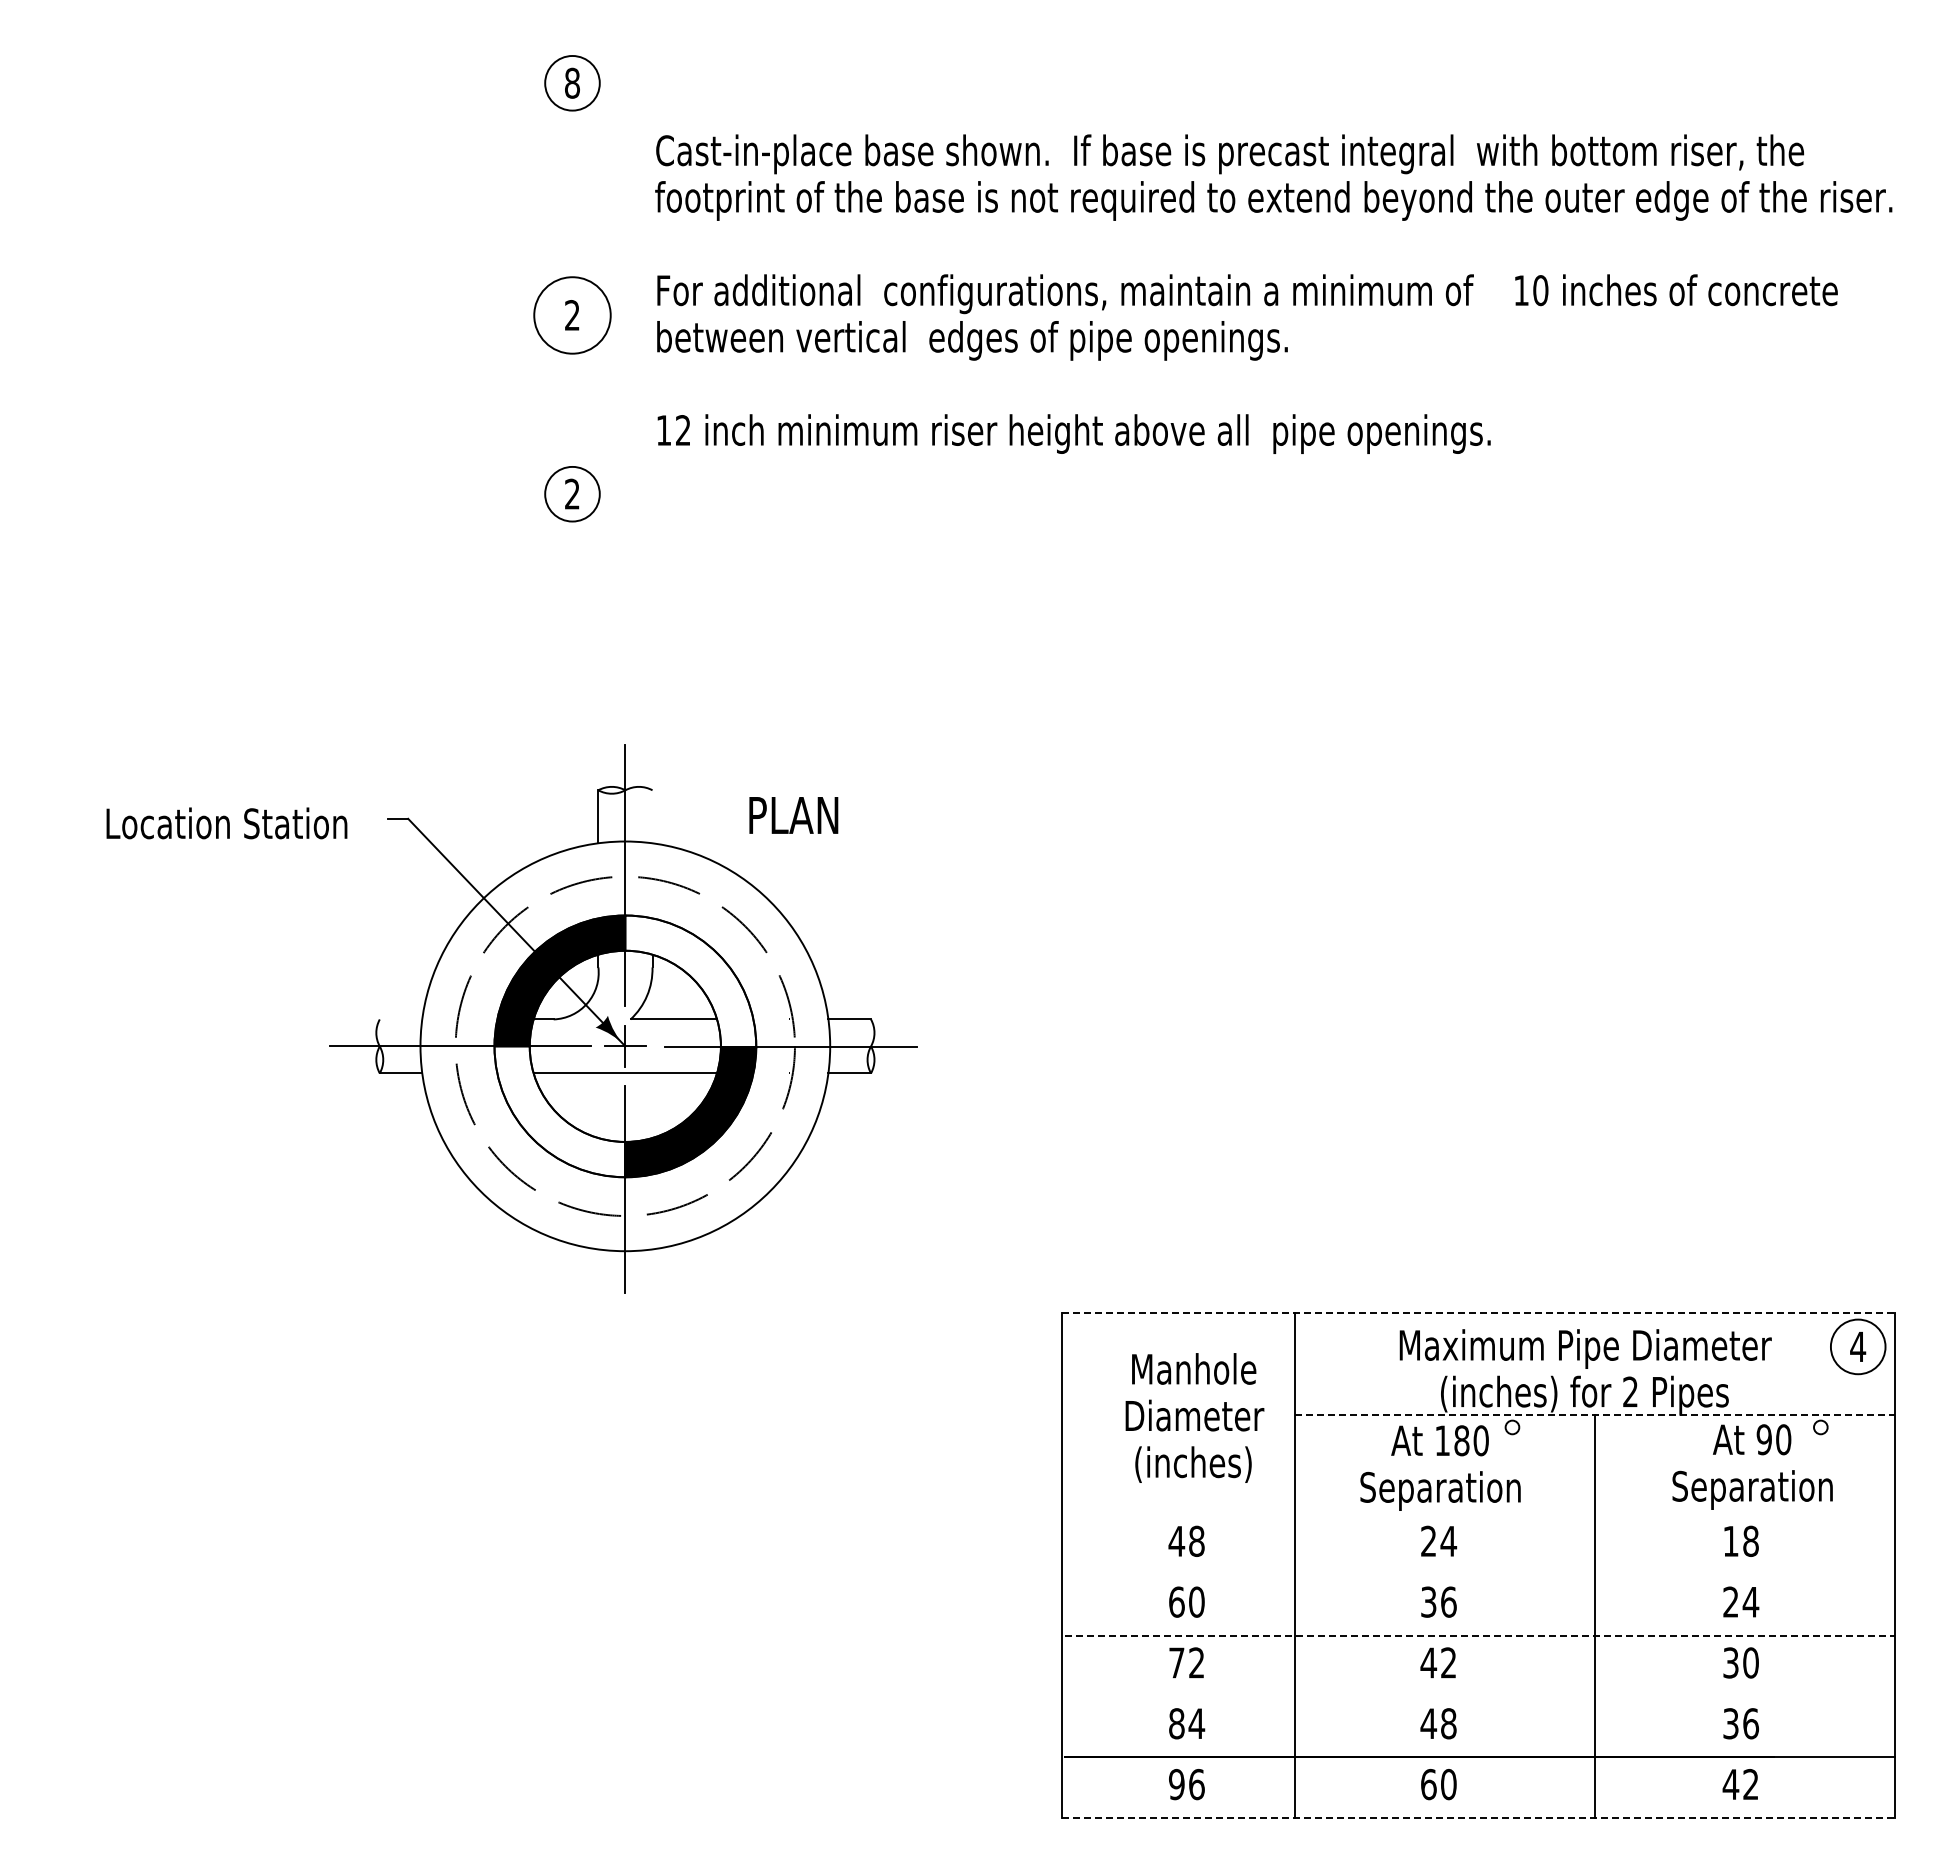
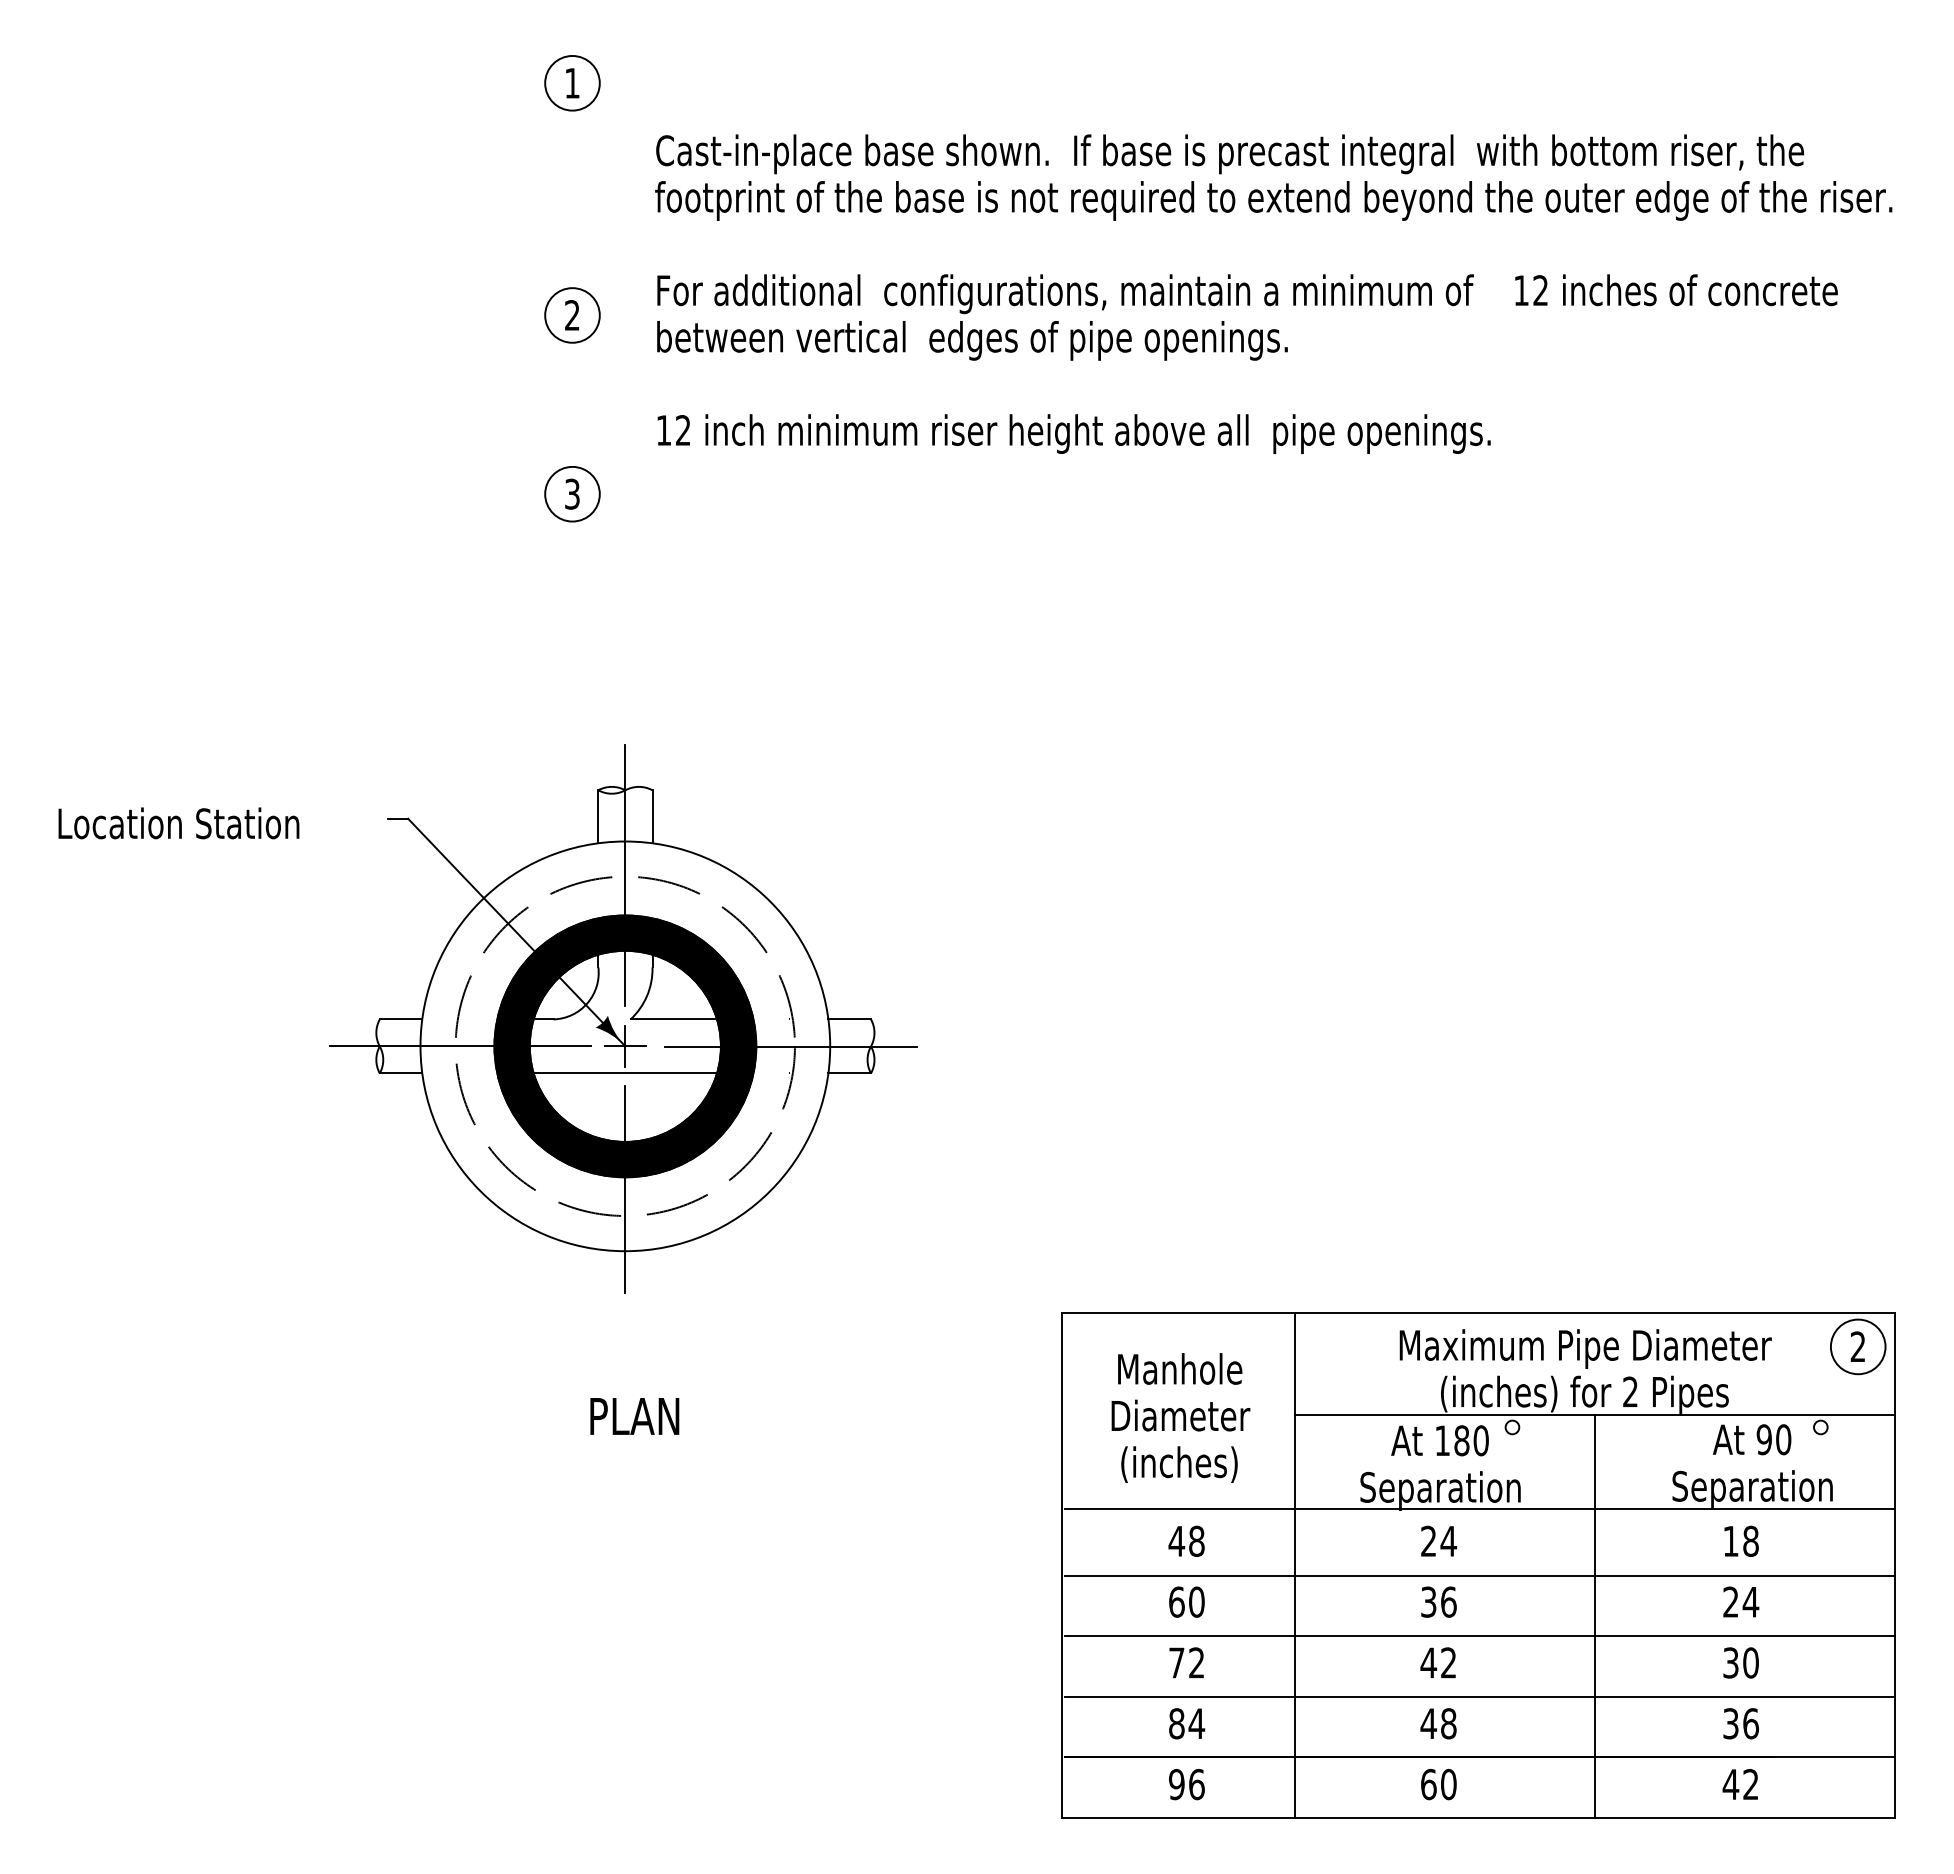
text at (572, 82): 8 -> 1
text at (1540, 290): 10 -> 12
circle at (572, 315) diameter: 76 px -> 55 px
text at (572, 494): 2 -> 3
text at (793, 815) position: (793, 815) -> (634, 1416)
line at (652, 816): none -> present
text at (226, 823) position: (226, 823) -> (178, 823)
fill at (690, 981): none -> present
line at (400, 1019): none -> present
fill at (559, 1111): none -> present
line at (1478, 1312): dashed -> solid
text at (1858, 1346): 4 -> 2
line at (1595, 1414): dashed -> solid
text at (1194, 1417) position: (1194, 1417) -> (1180, 1417)
line at (1479, 1509): none -> present
line at (1479, 1575): none -> present
line at (1480, 1636): dashed -> solid
line at (1479, 1696): none -> present
line at (1478, 1817): dashed -> solid
